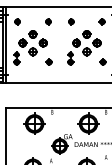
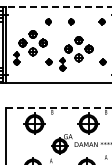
line at (59, 6): solid -> dashed
part at (17, 21): present -> none
part at (84, 47) position: (84, 47) -> (76, 53)
line at (59, 108): solid -> dashed
